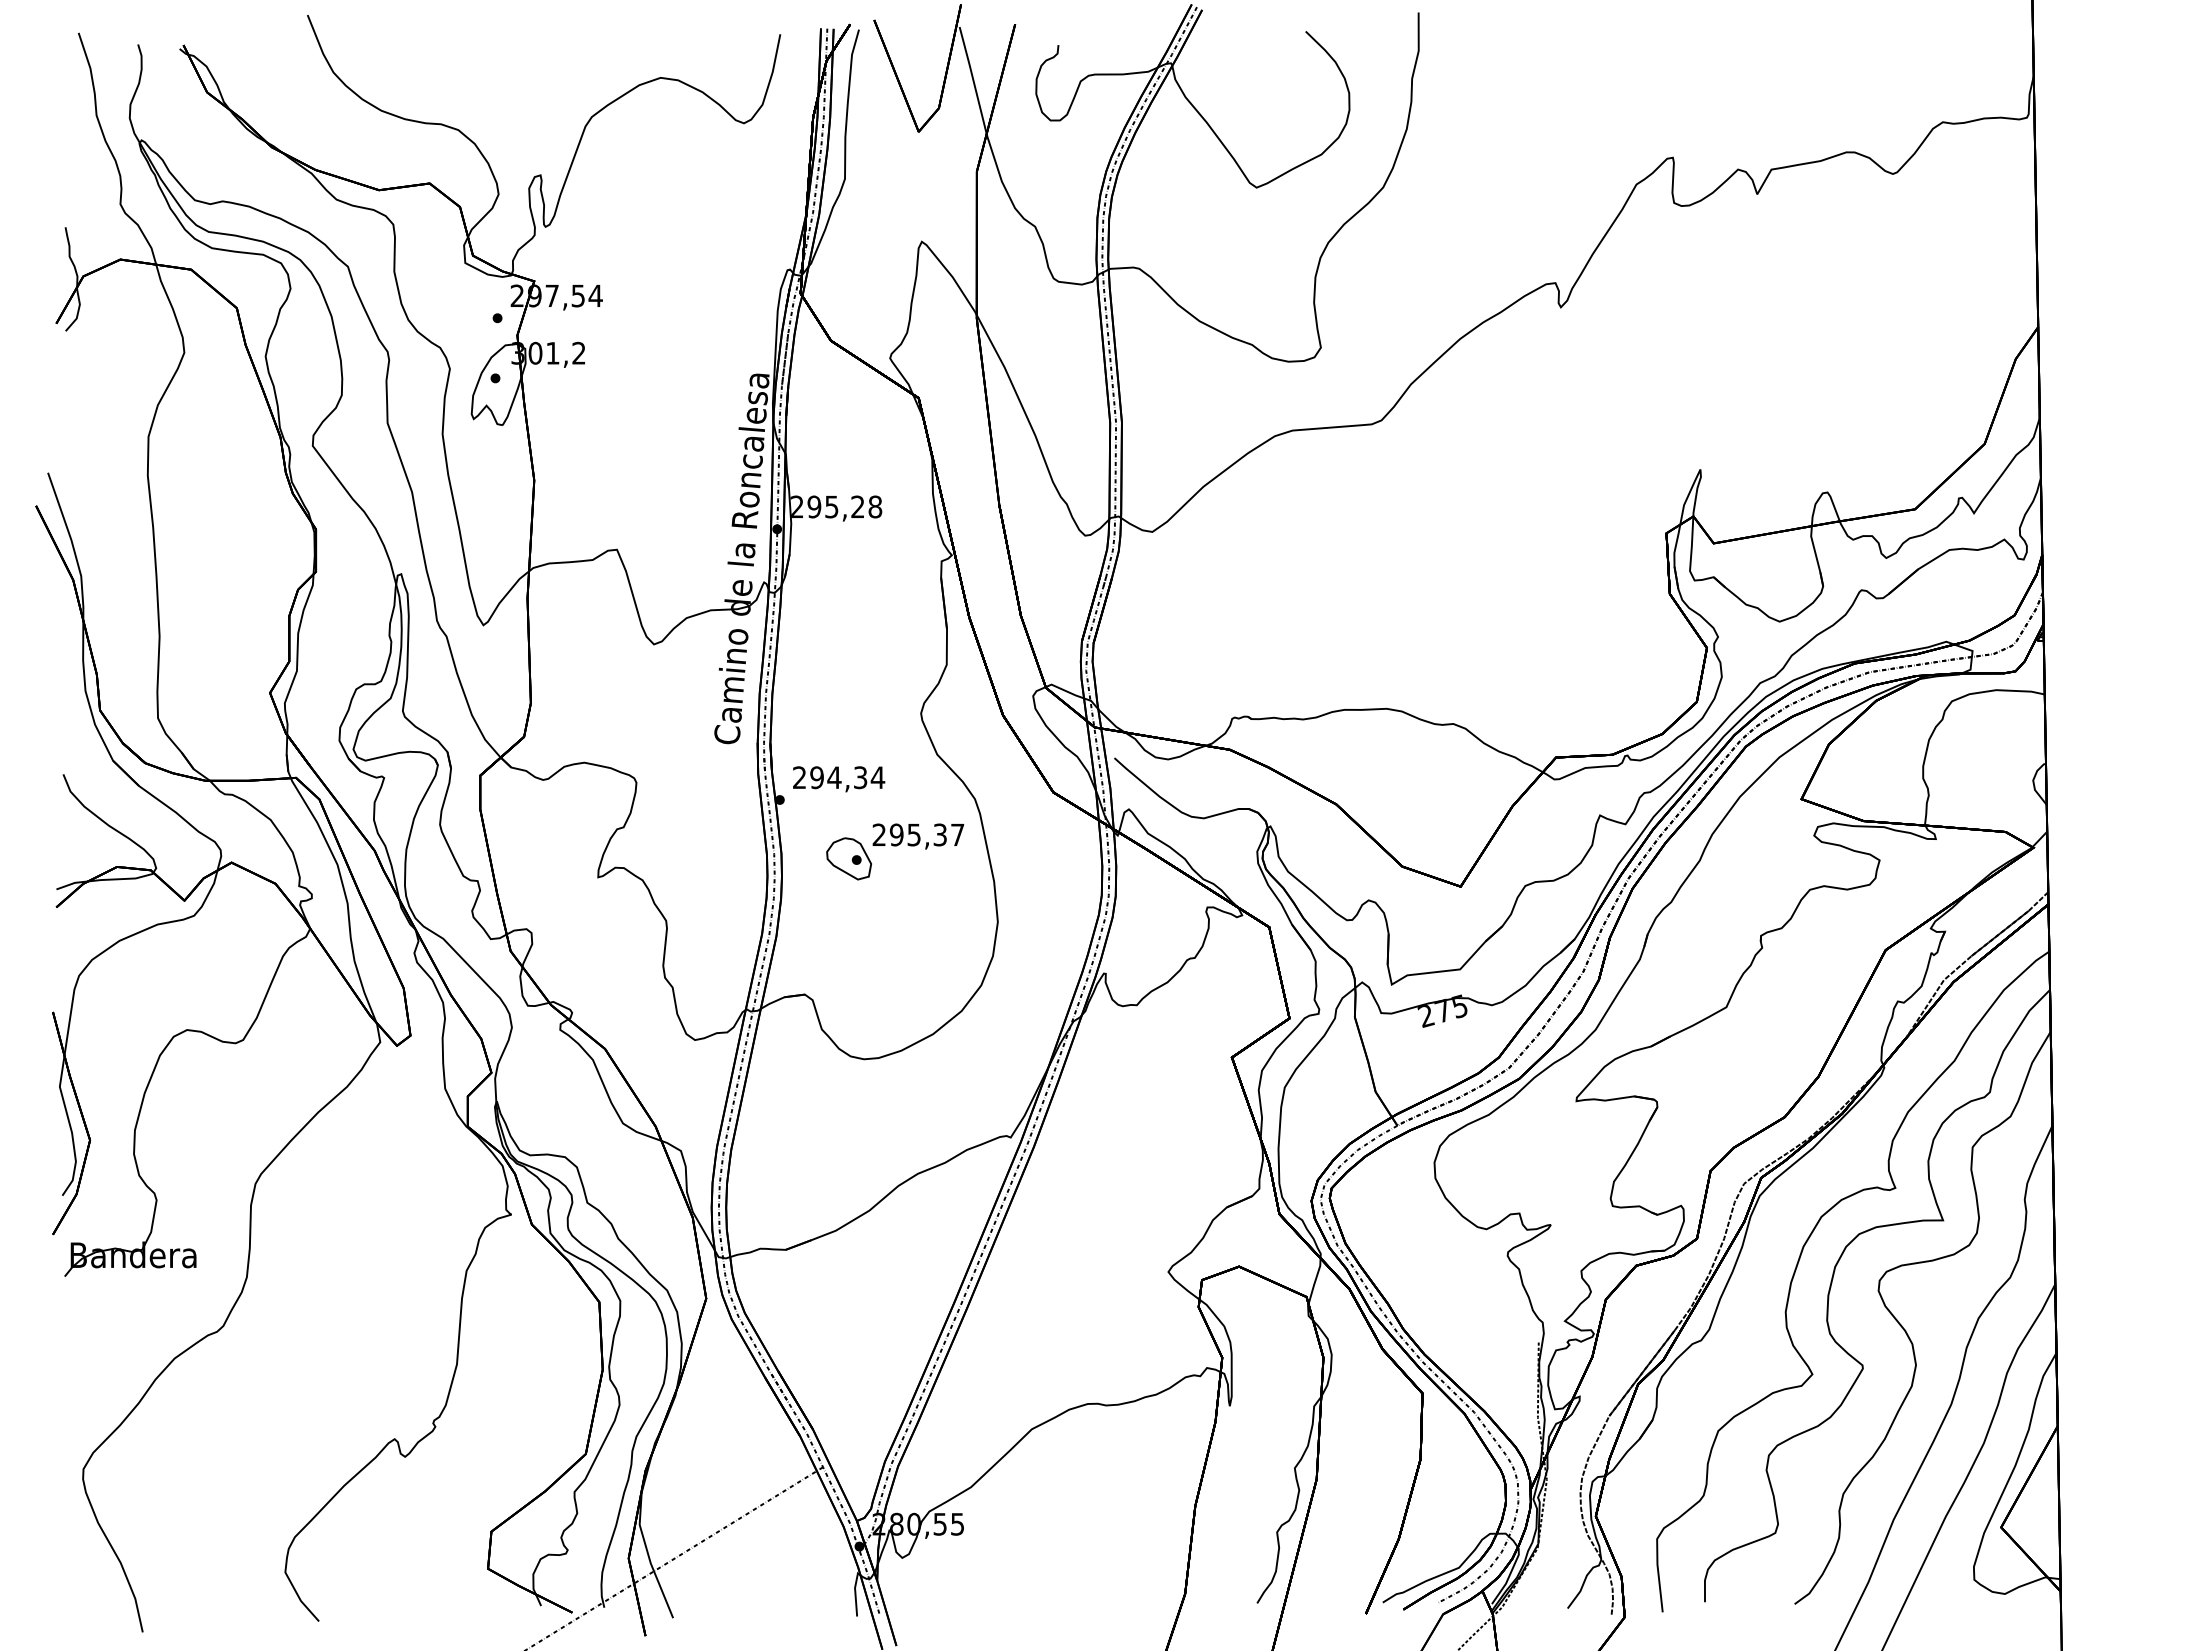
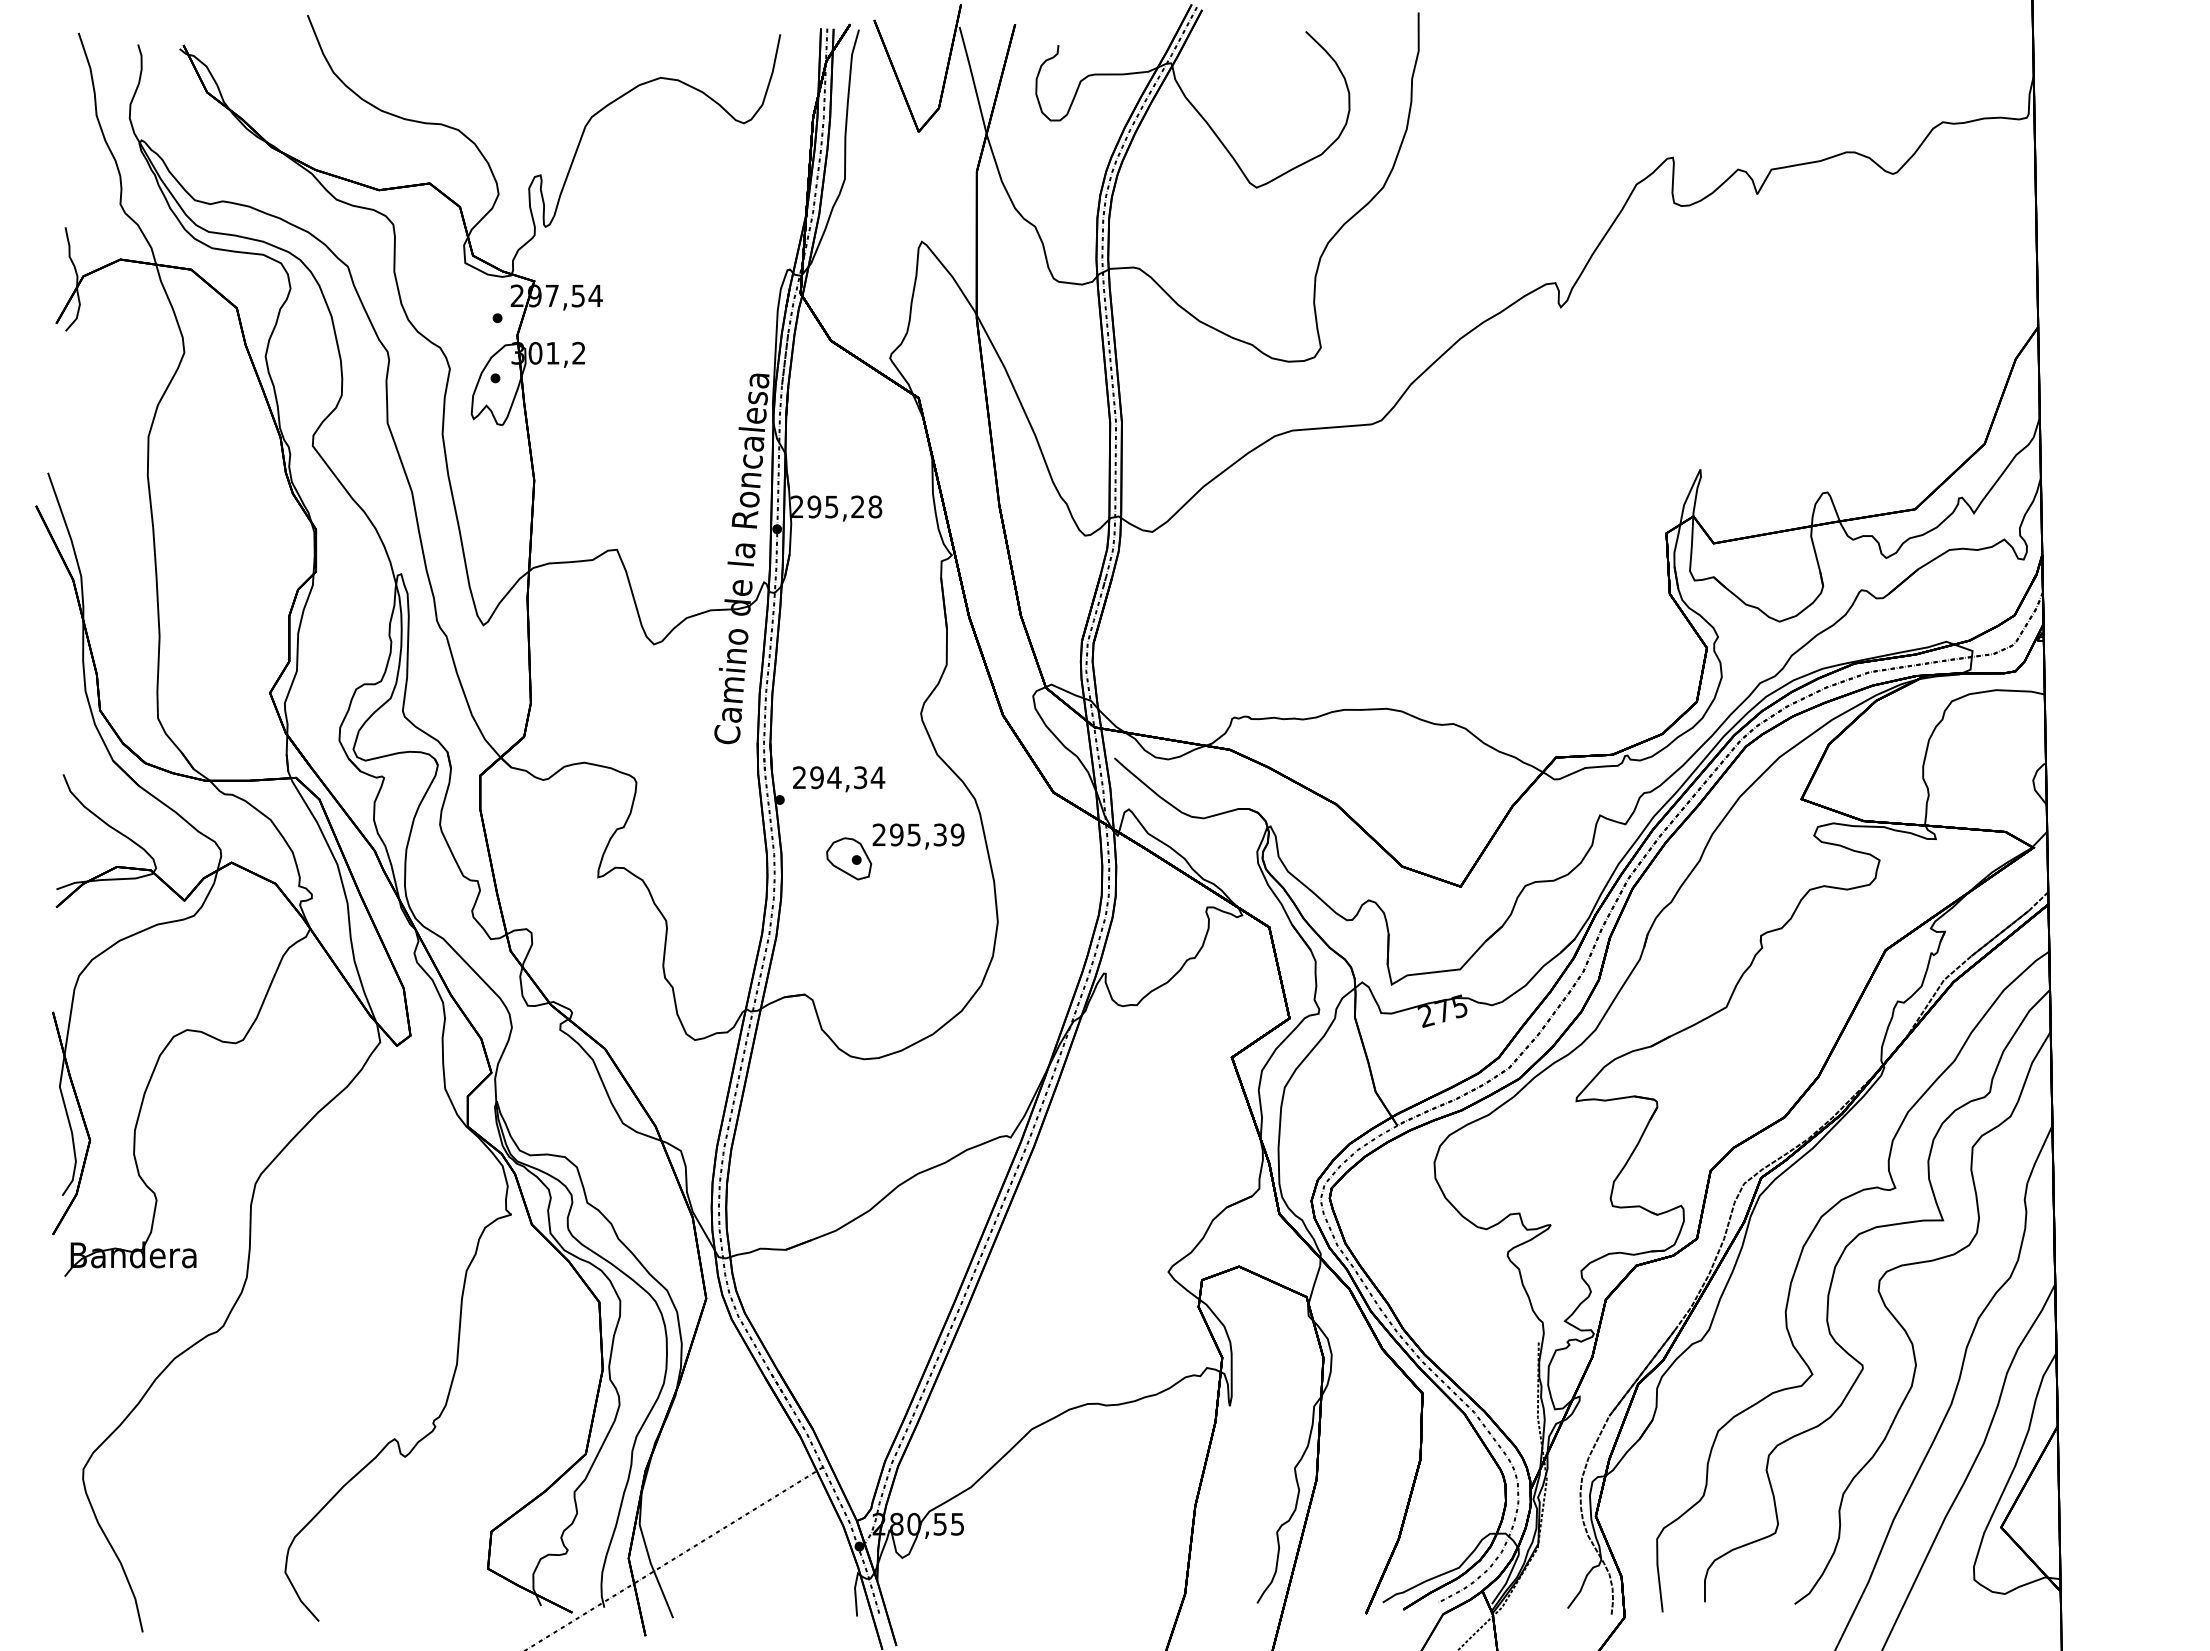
text at (957, 834): 295,37 -> 295,39
